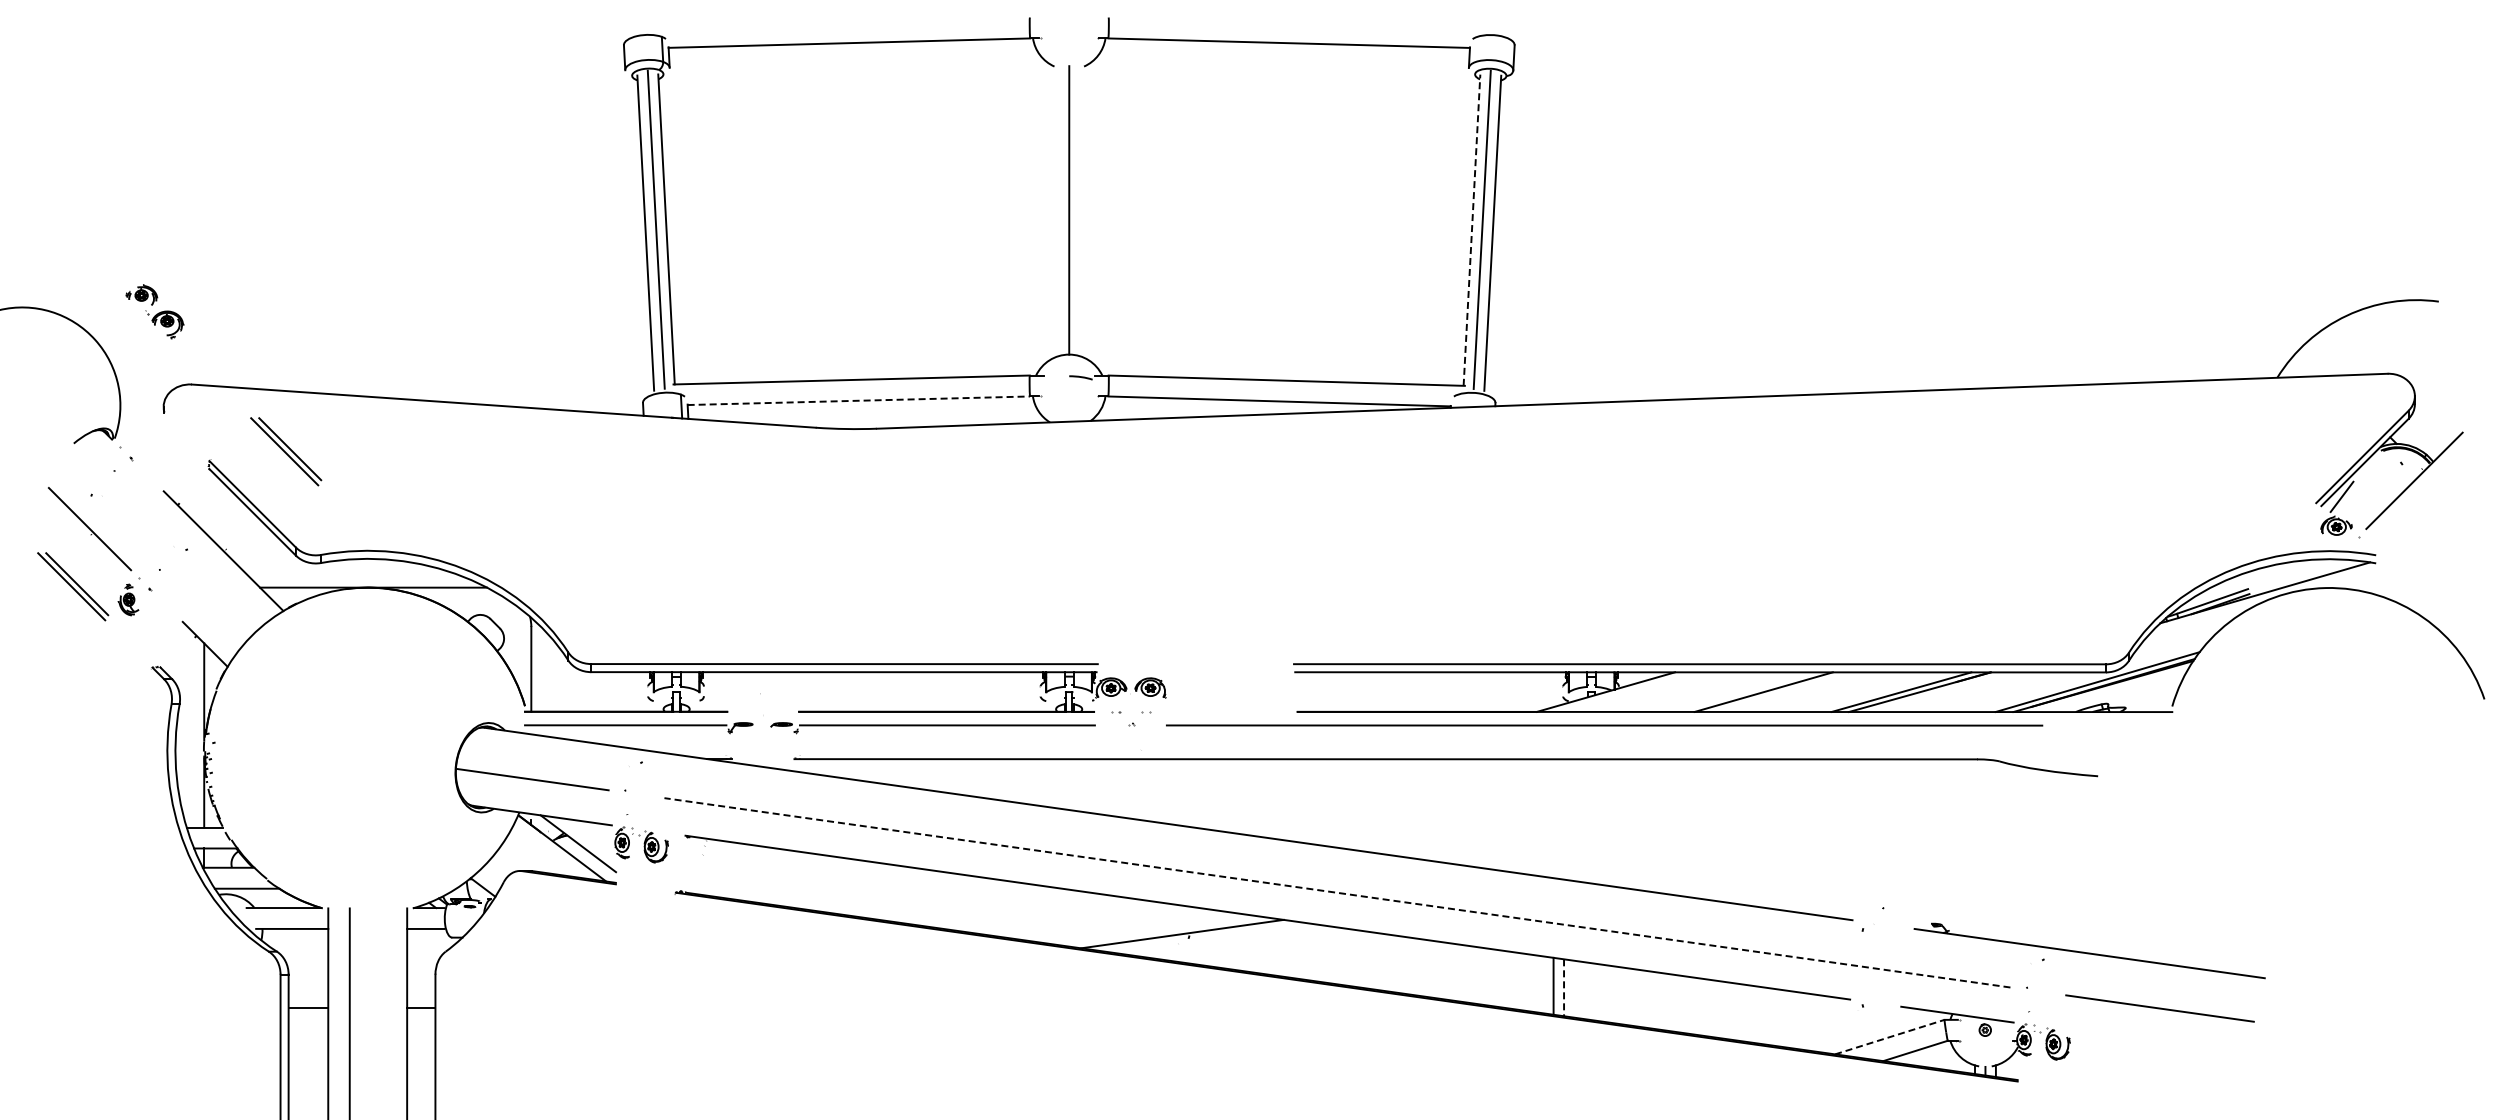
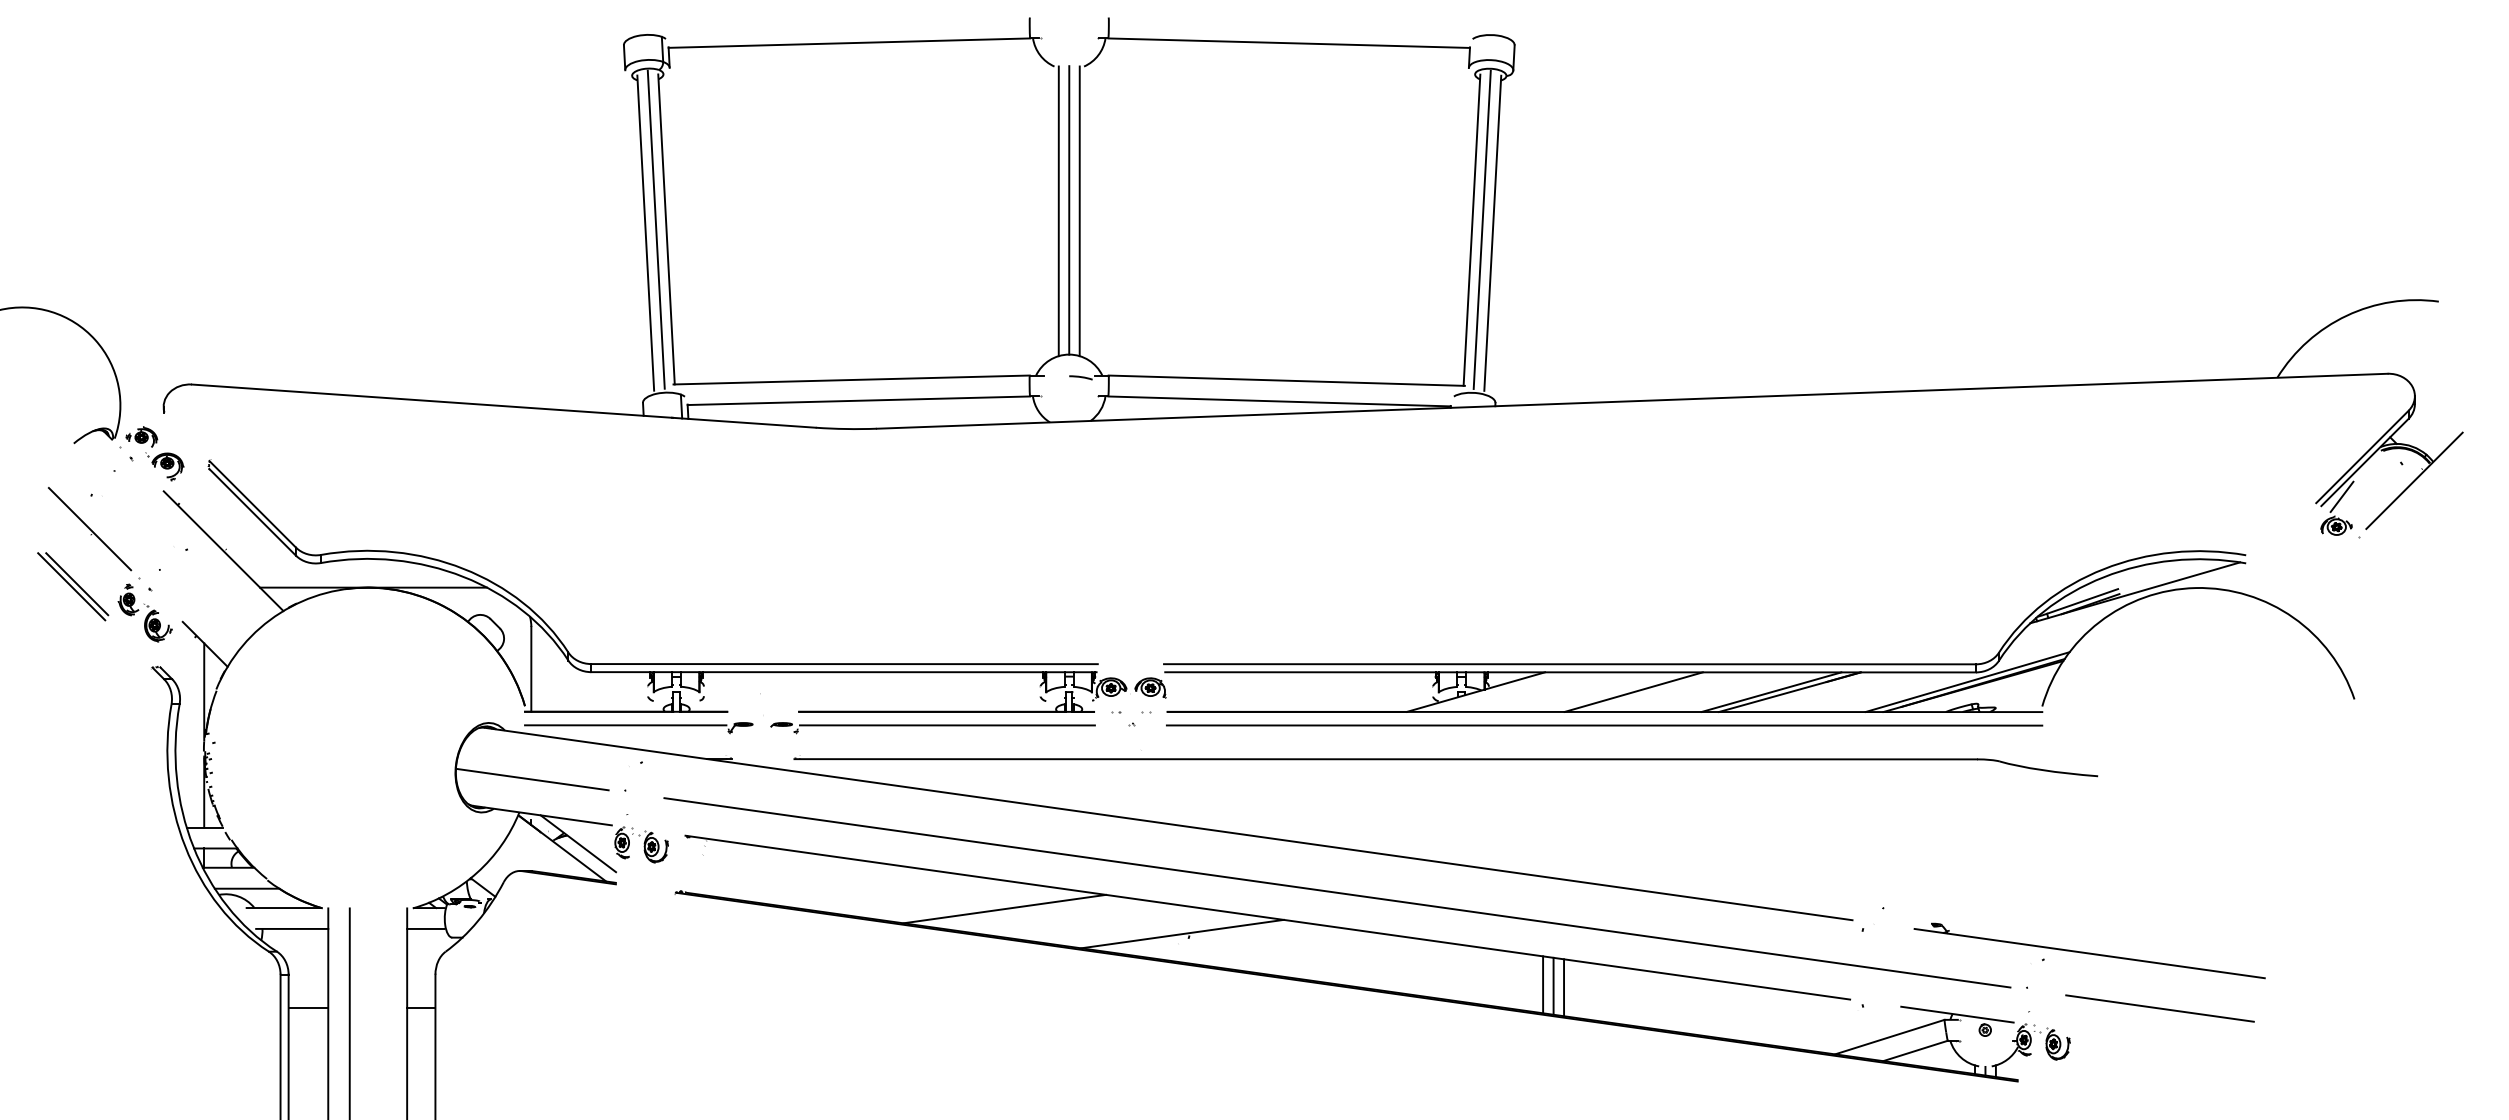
line at (1058, 211): none -> present
line at (1079, 211): none -> present
line at (1471, 230): dashed -> solid
part at (154, 311) position: (154, 311) -> (154, 453)
line at (859, 400): dashed -> solid
part at (286, 451): present -> none
part at (157, 622): none -> present
part at (1889, 663) position: (1889, 663) -> (1759, 663)
line at (1337, 892): dashed -> solid
line at (1004, 908): none -> present
line at (1543, 984): none -> present
line at (1564, 988): dashed -> solid
line at (1890, 1036): dashed -> solid
